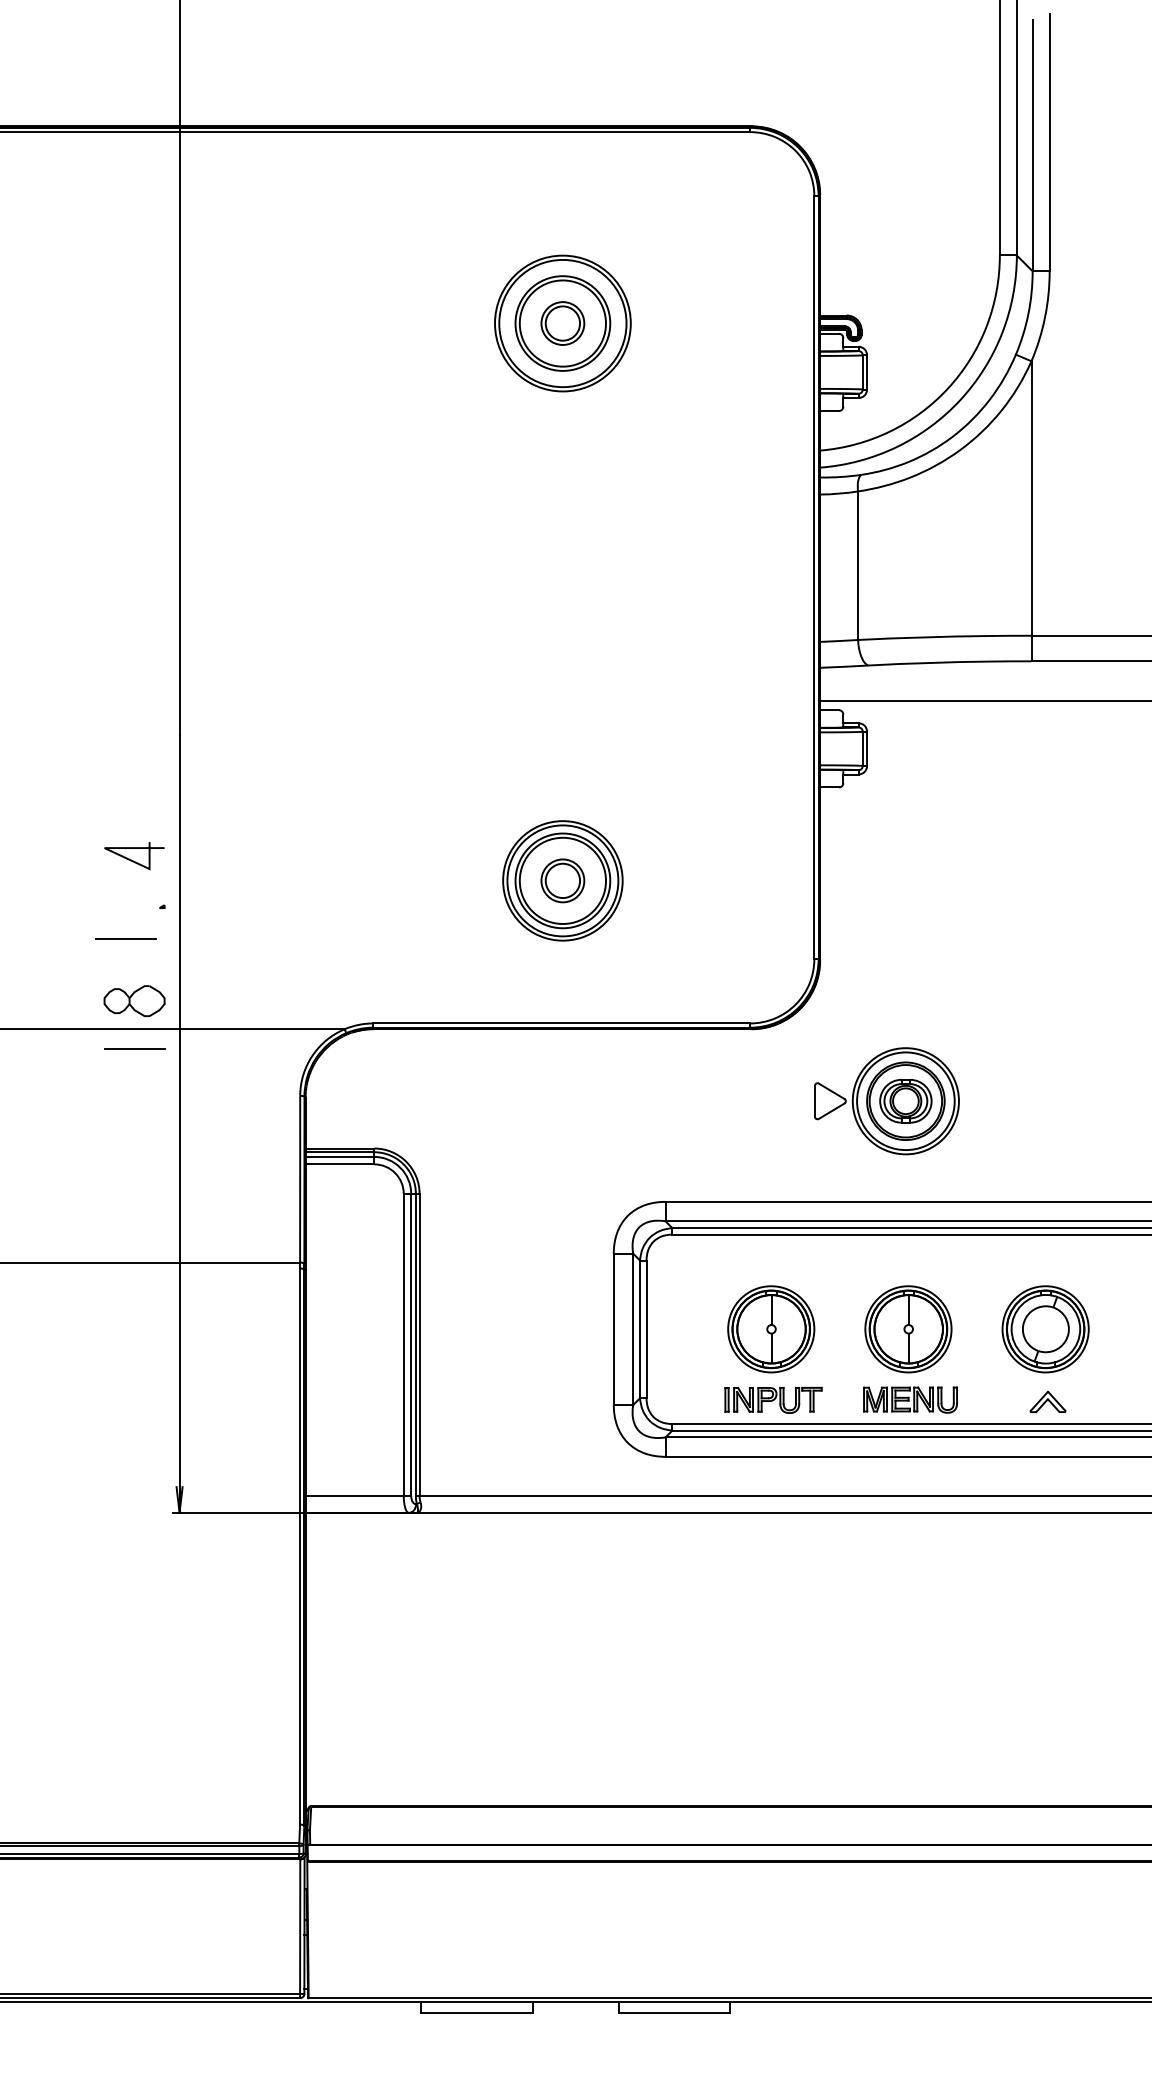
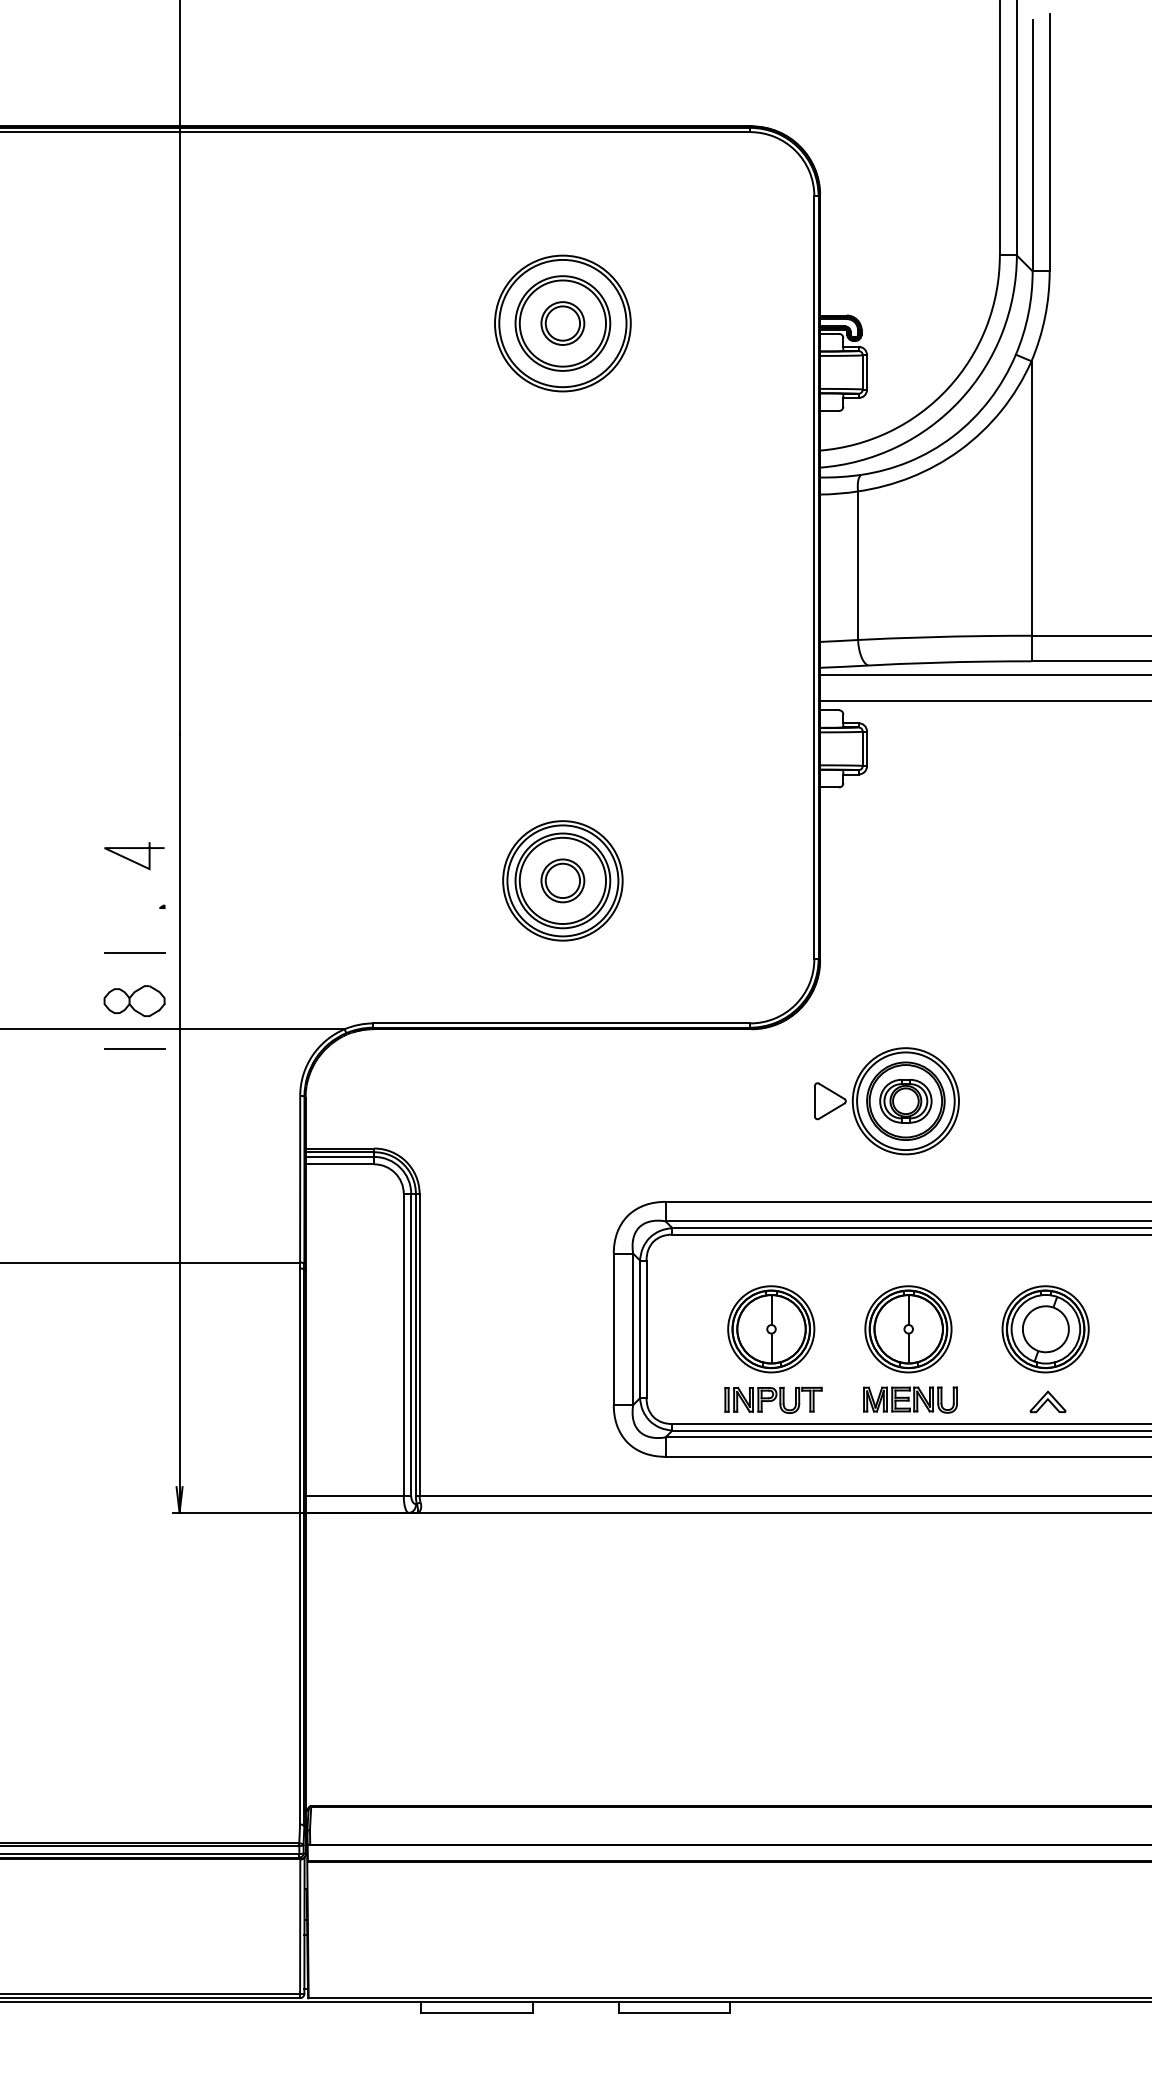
line at (984, 675): none -> present
line at (125, 938) position: (125, 938) -> (134, 952)
